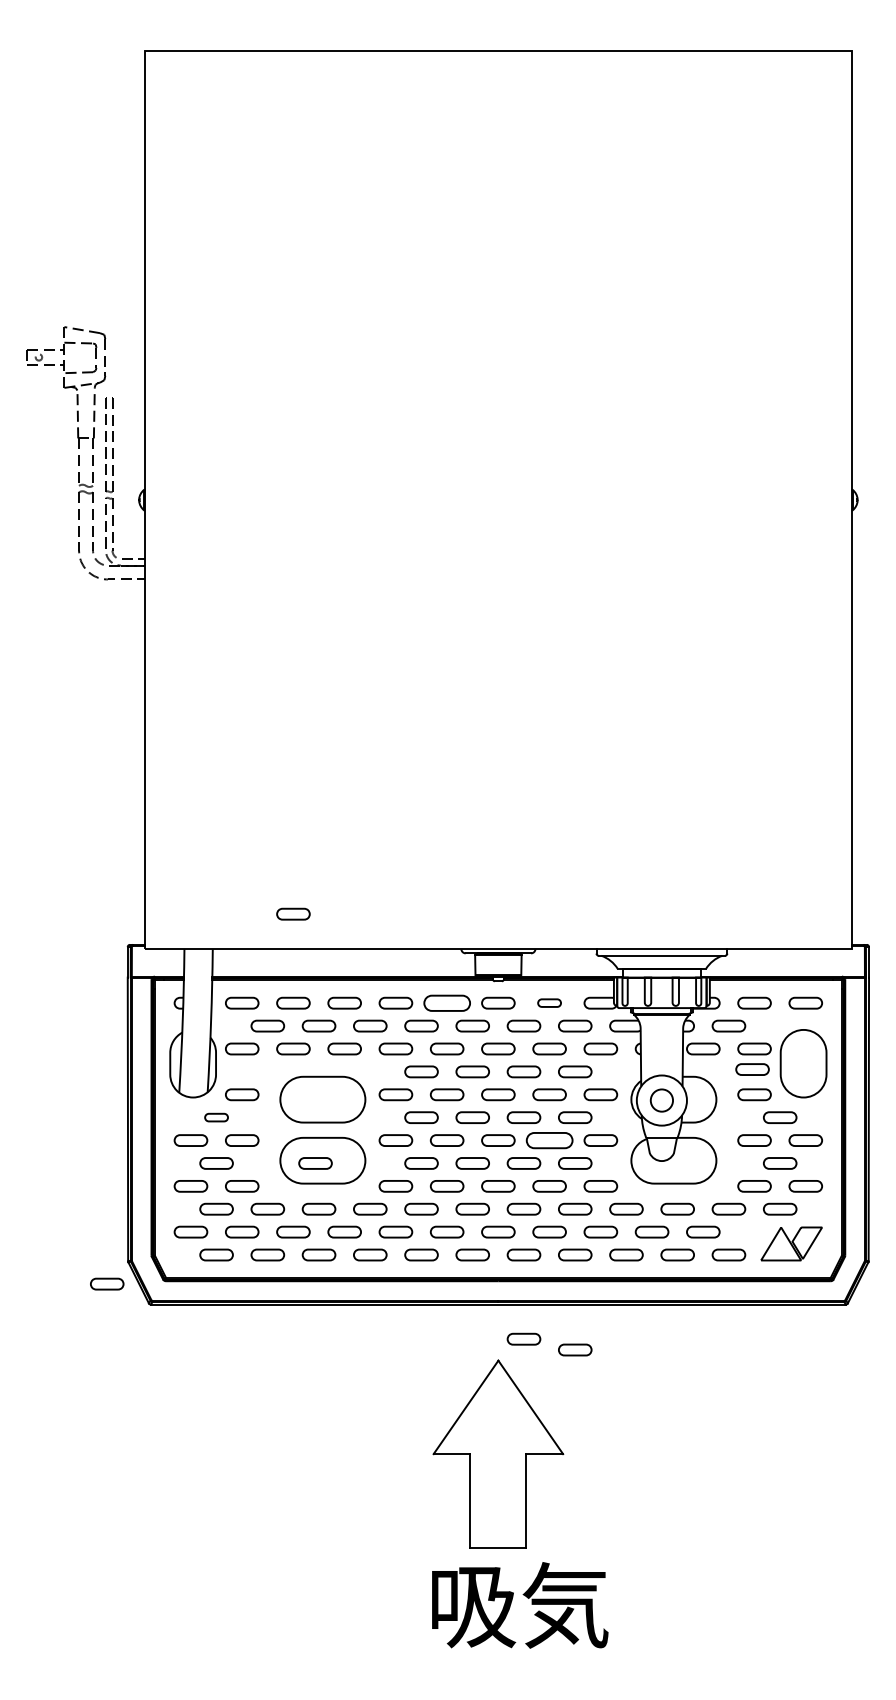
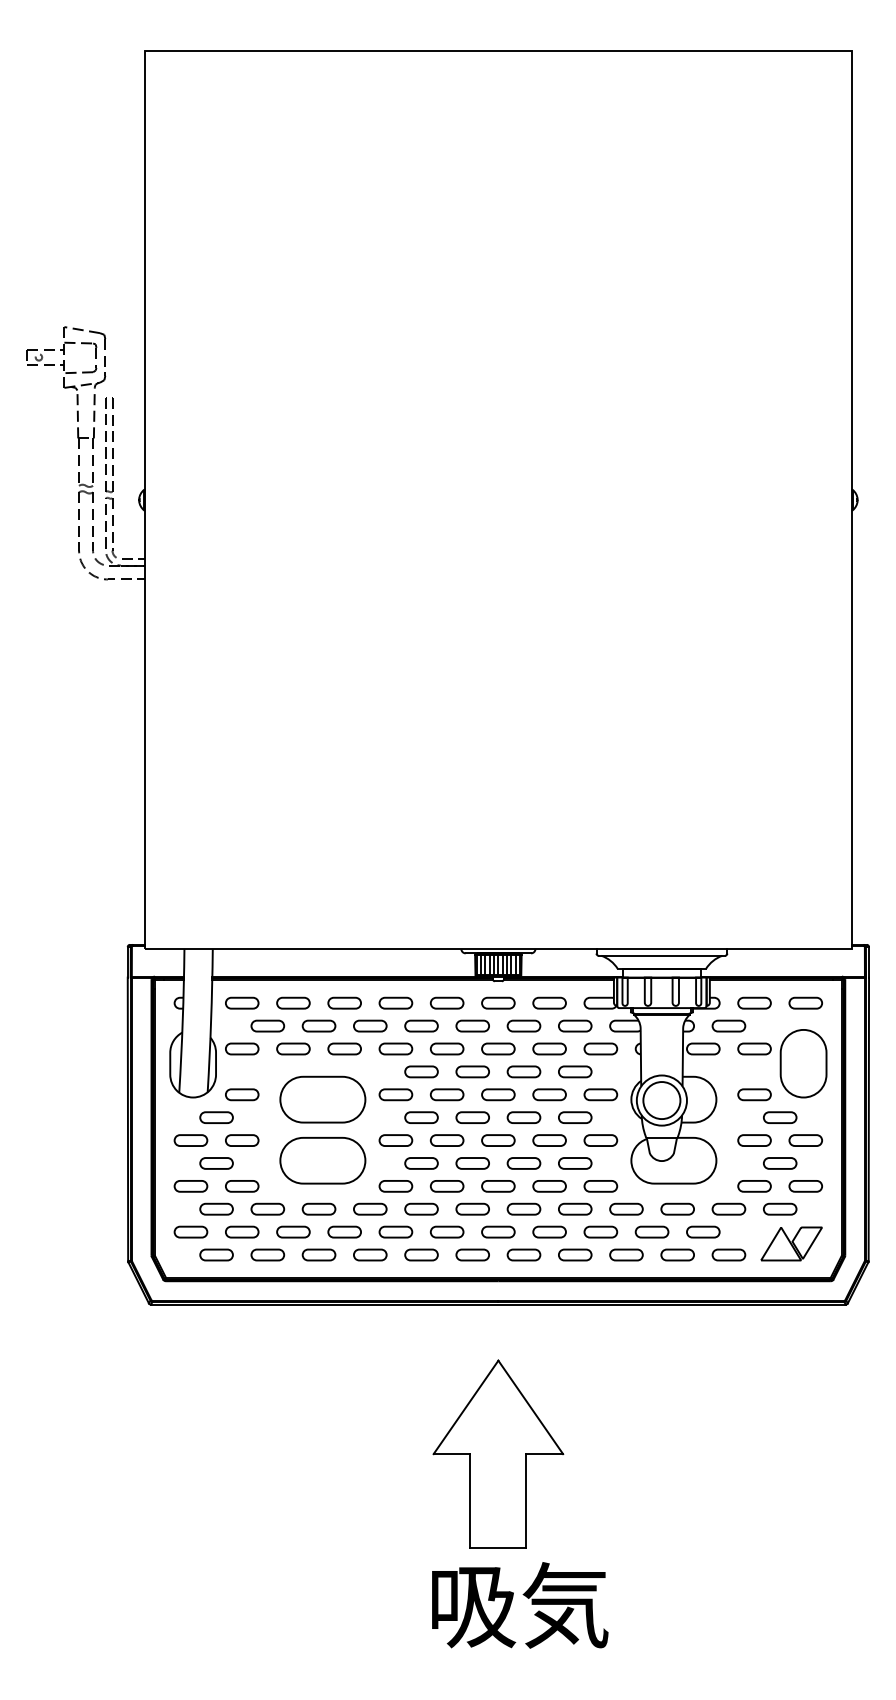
part at (293, 913): present -> none
hatch at (498, 965): none -> present
part at (446, 1002) size: 48x18 px -> 36x14 px
part at (549, 1002) size: 25x10 px -> 35x14 px
part at (752, 1069): present -> none
circle at (661, 1100) diameter: 22 px -> 37 px
part at (216, 1117) size: 25x11 px -> 35x13 px
part at (549, 1140) size: 49x18 px -> 35x13 px
part at (315, 1163): present -> none
part at (107, 1283): present -> none
part at (523, 1338): present -> none
part at (575, 1349): present -> none
